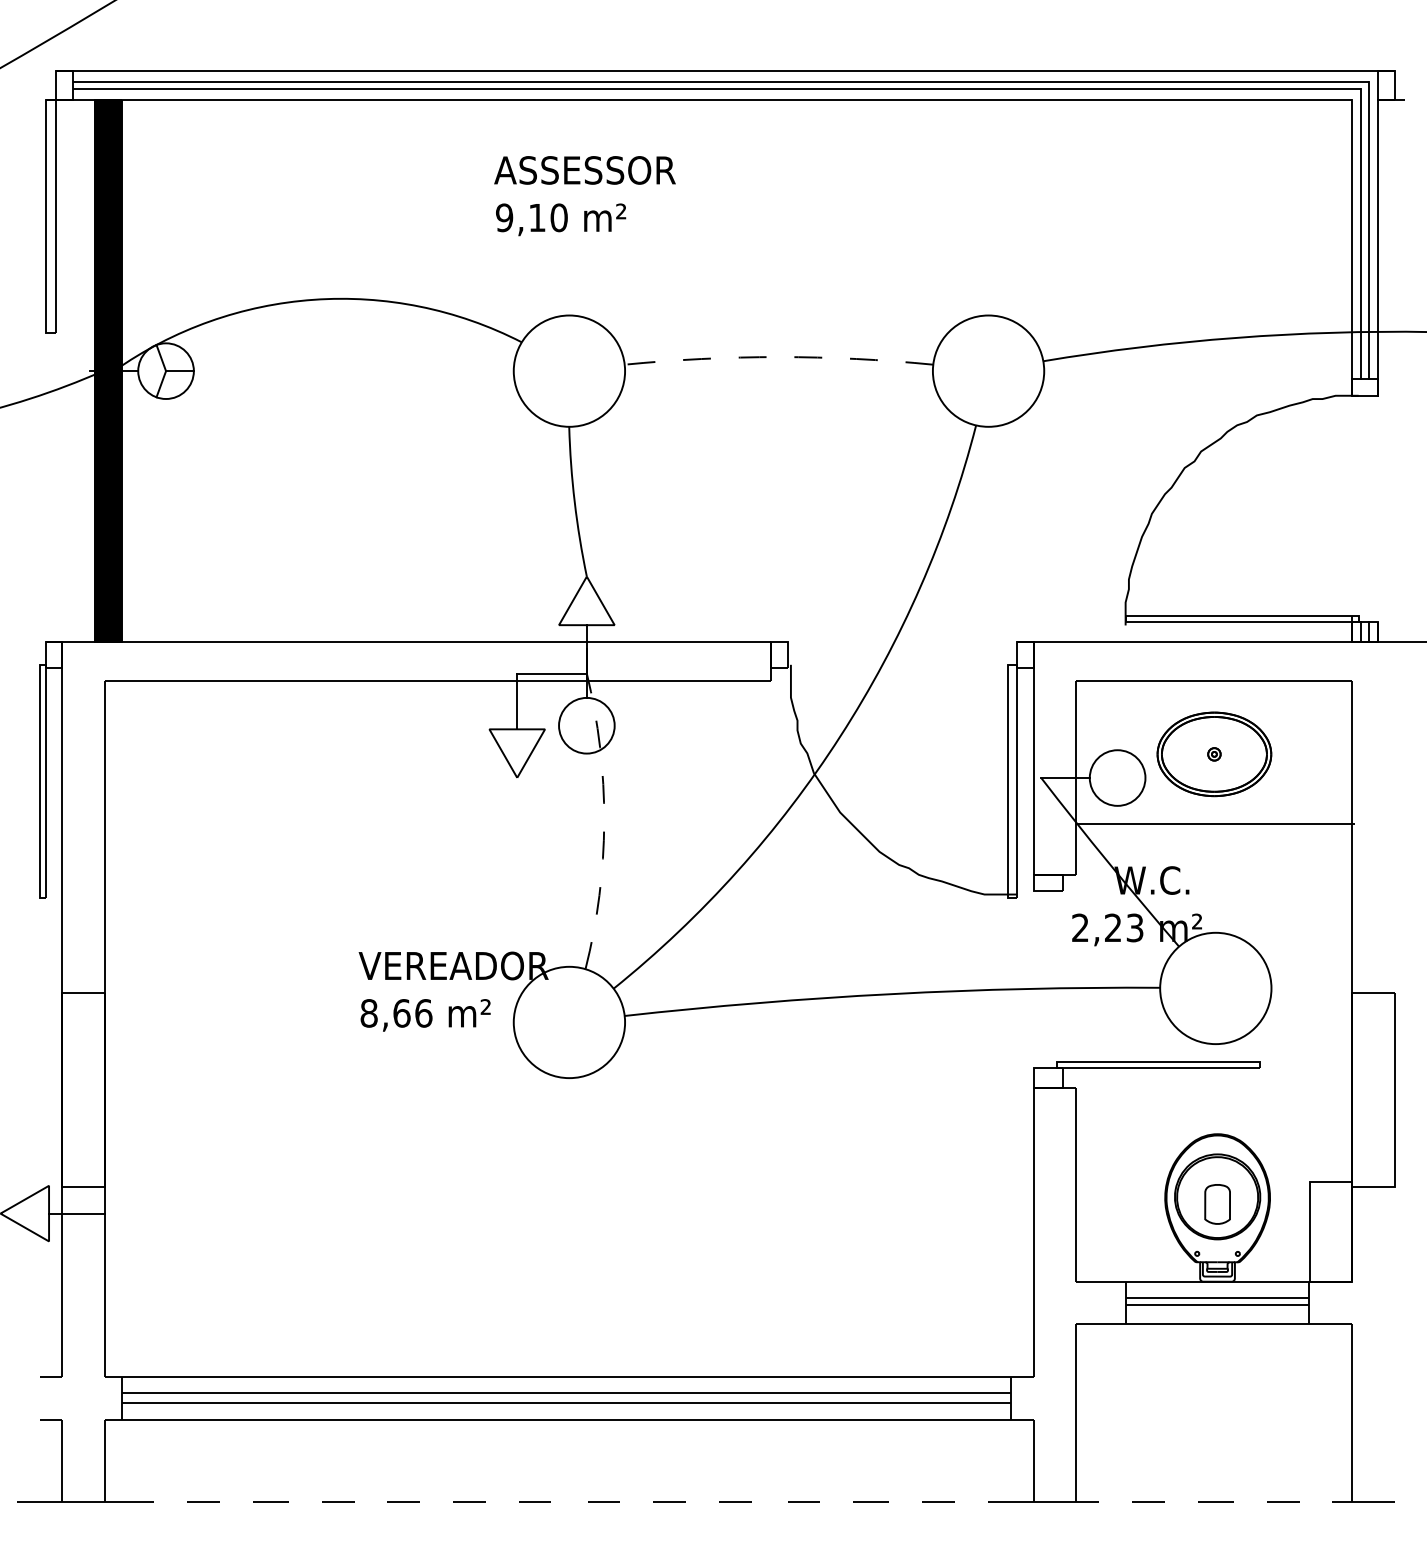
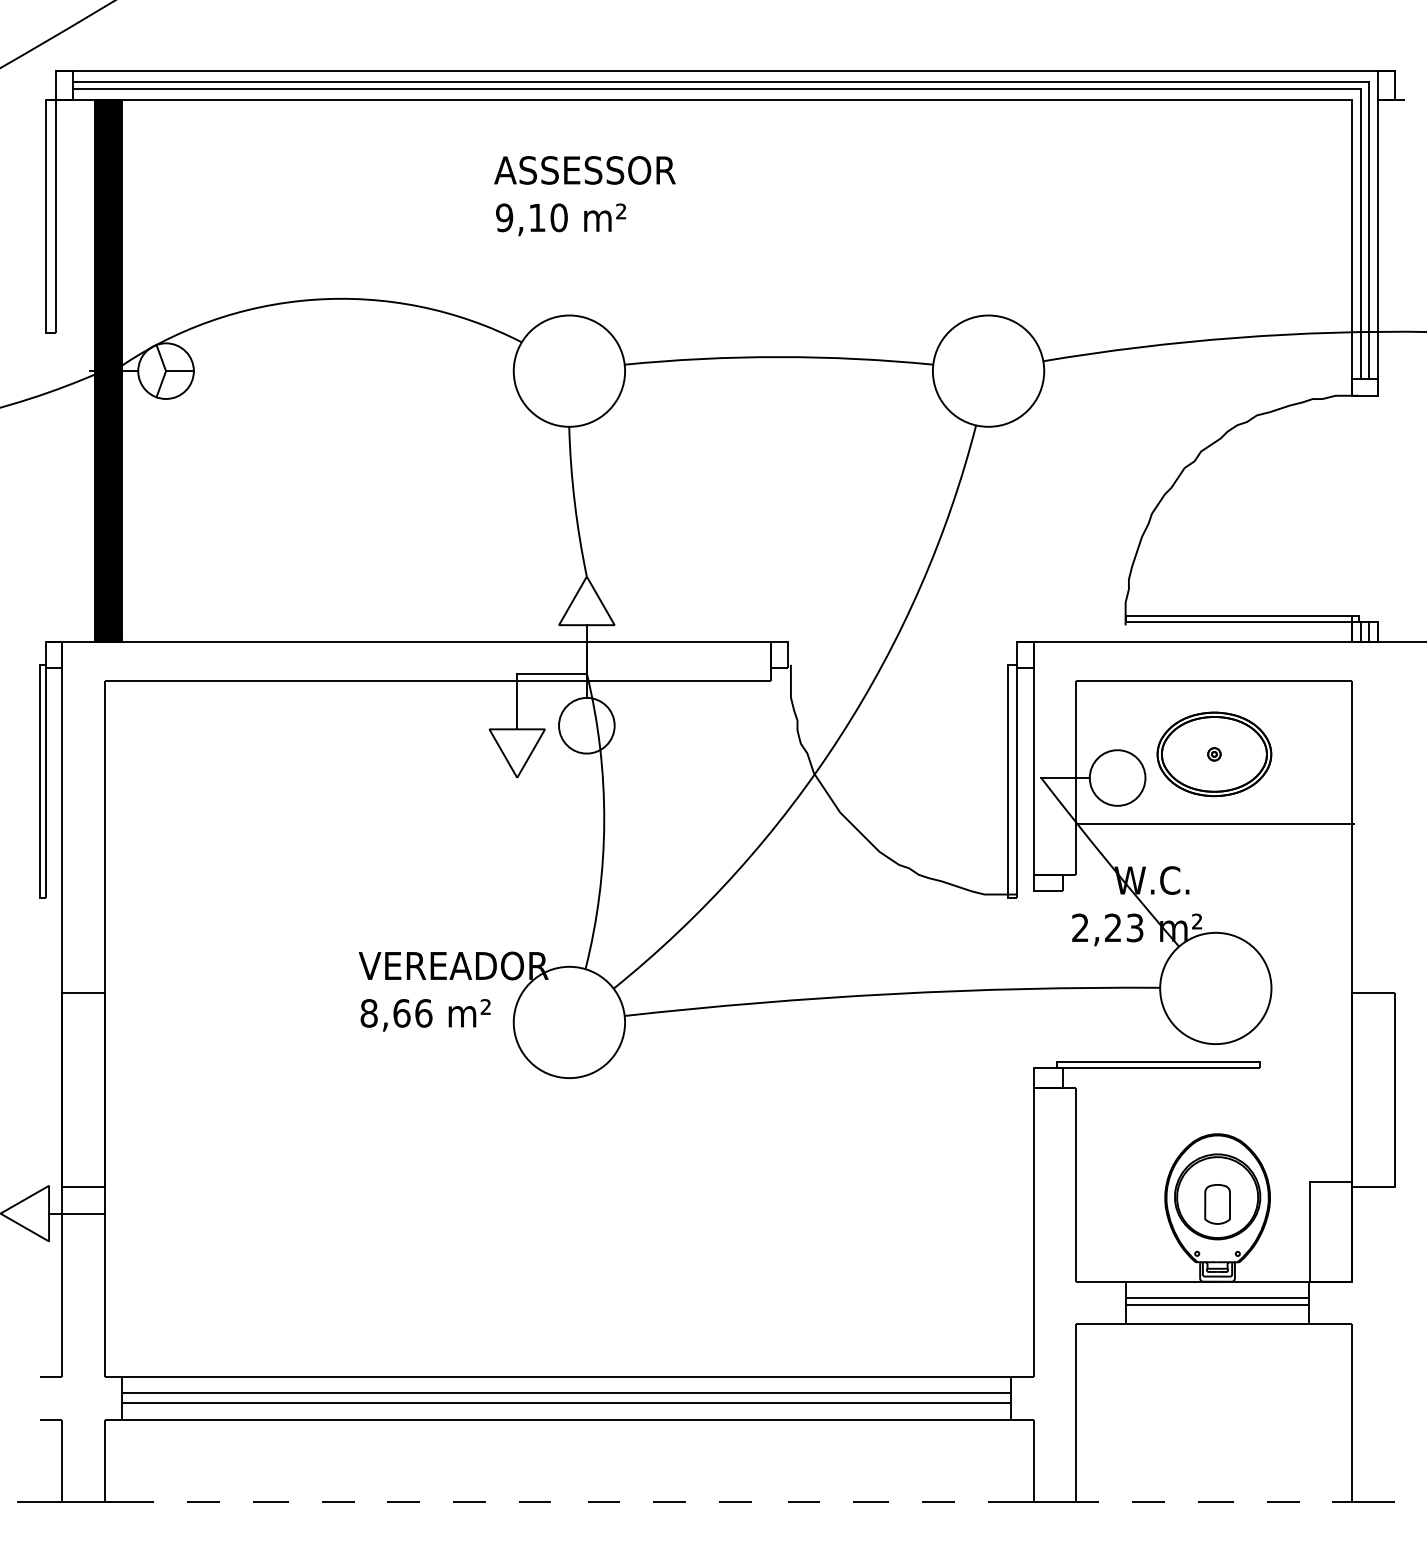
arc at (779, 357): dashed -> solid
arc at (604, 821): dashed -> solid
